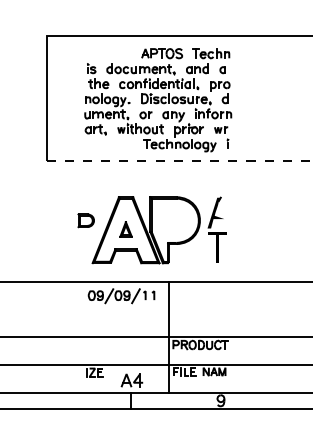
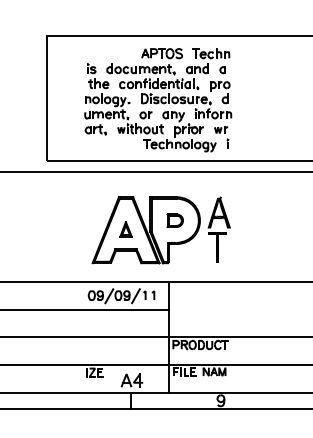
line at (179, 161): dashed -> solid
line at (155, 172): none -> present
fill at (222, 212): none -> present
part at (85, 220) position: (85, 220) -> (174, 220)
line at (85, 310): none -> present
